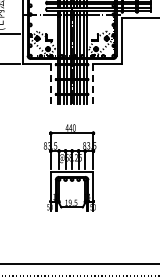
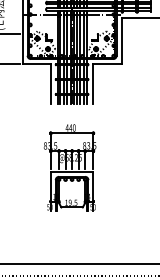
line at (50, 83): dashed -> solid
line at (93, 83): dashed -> solid
